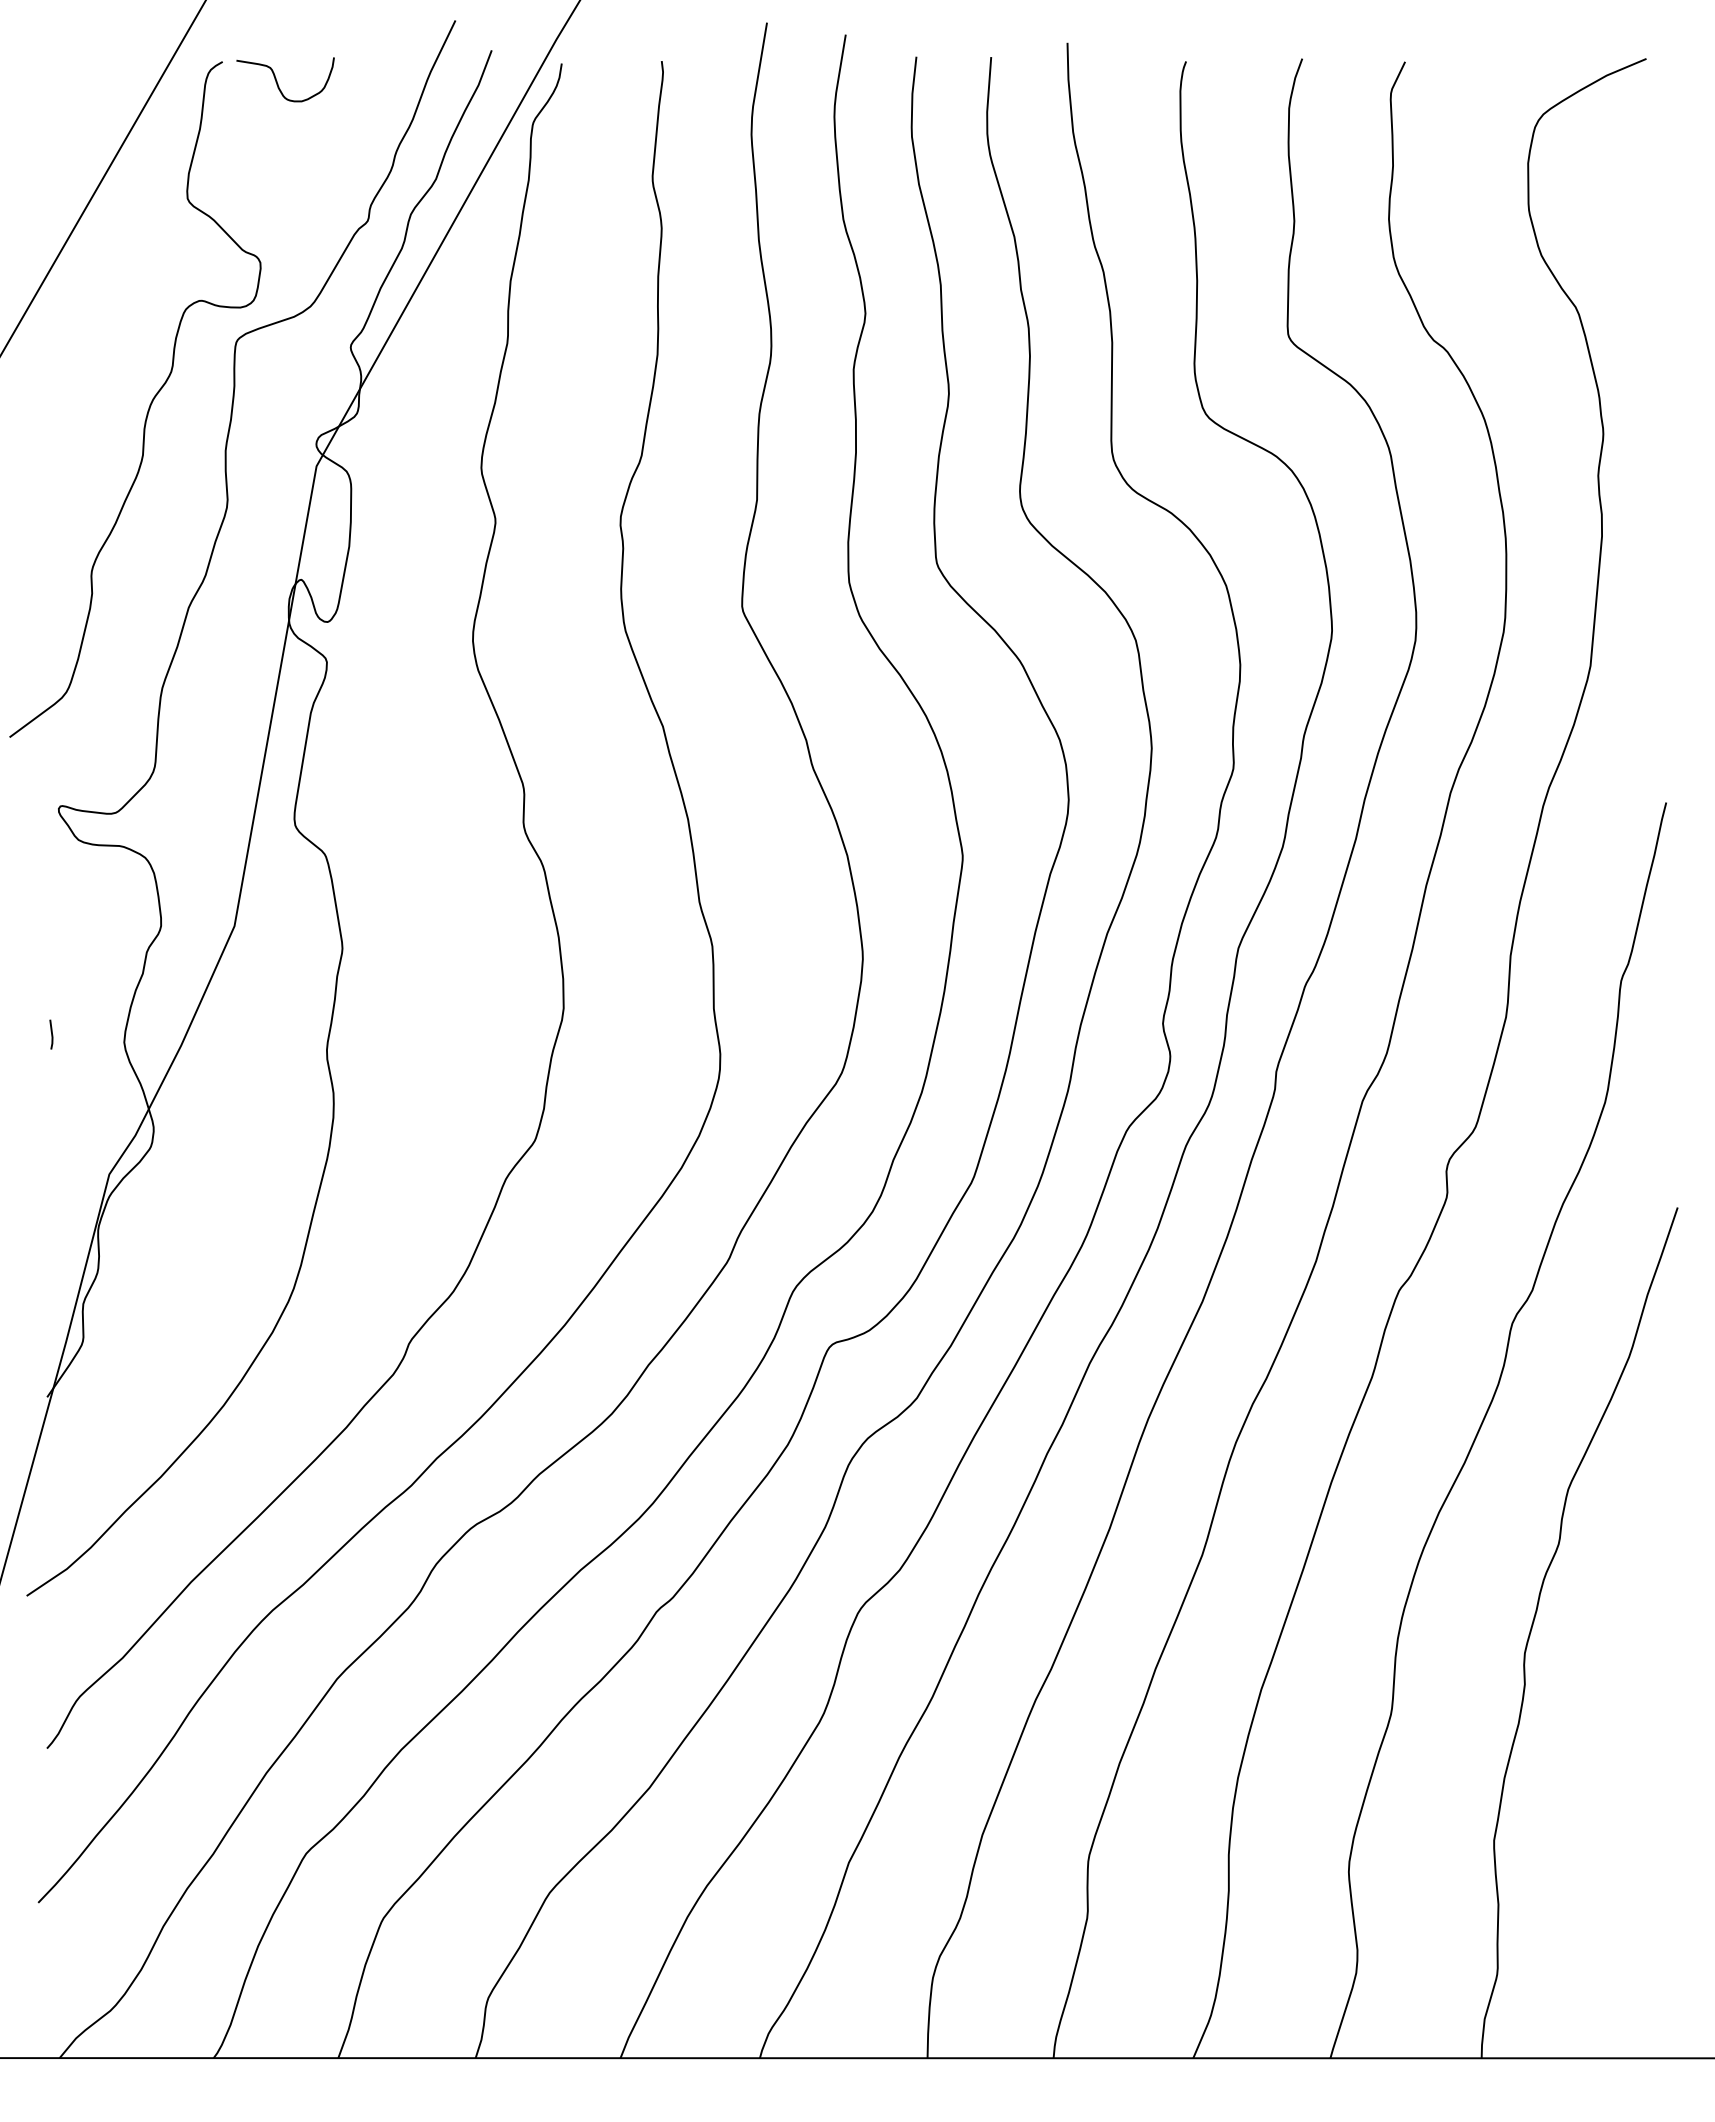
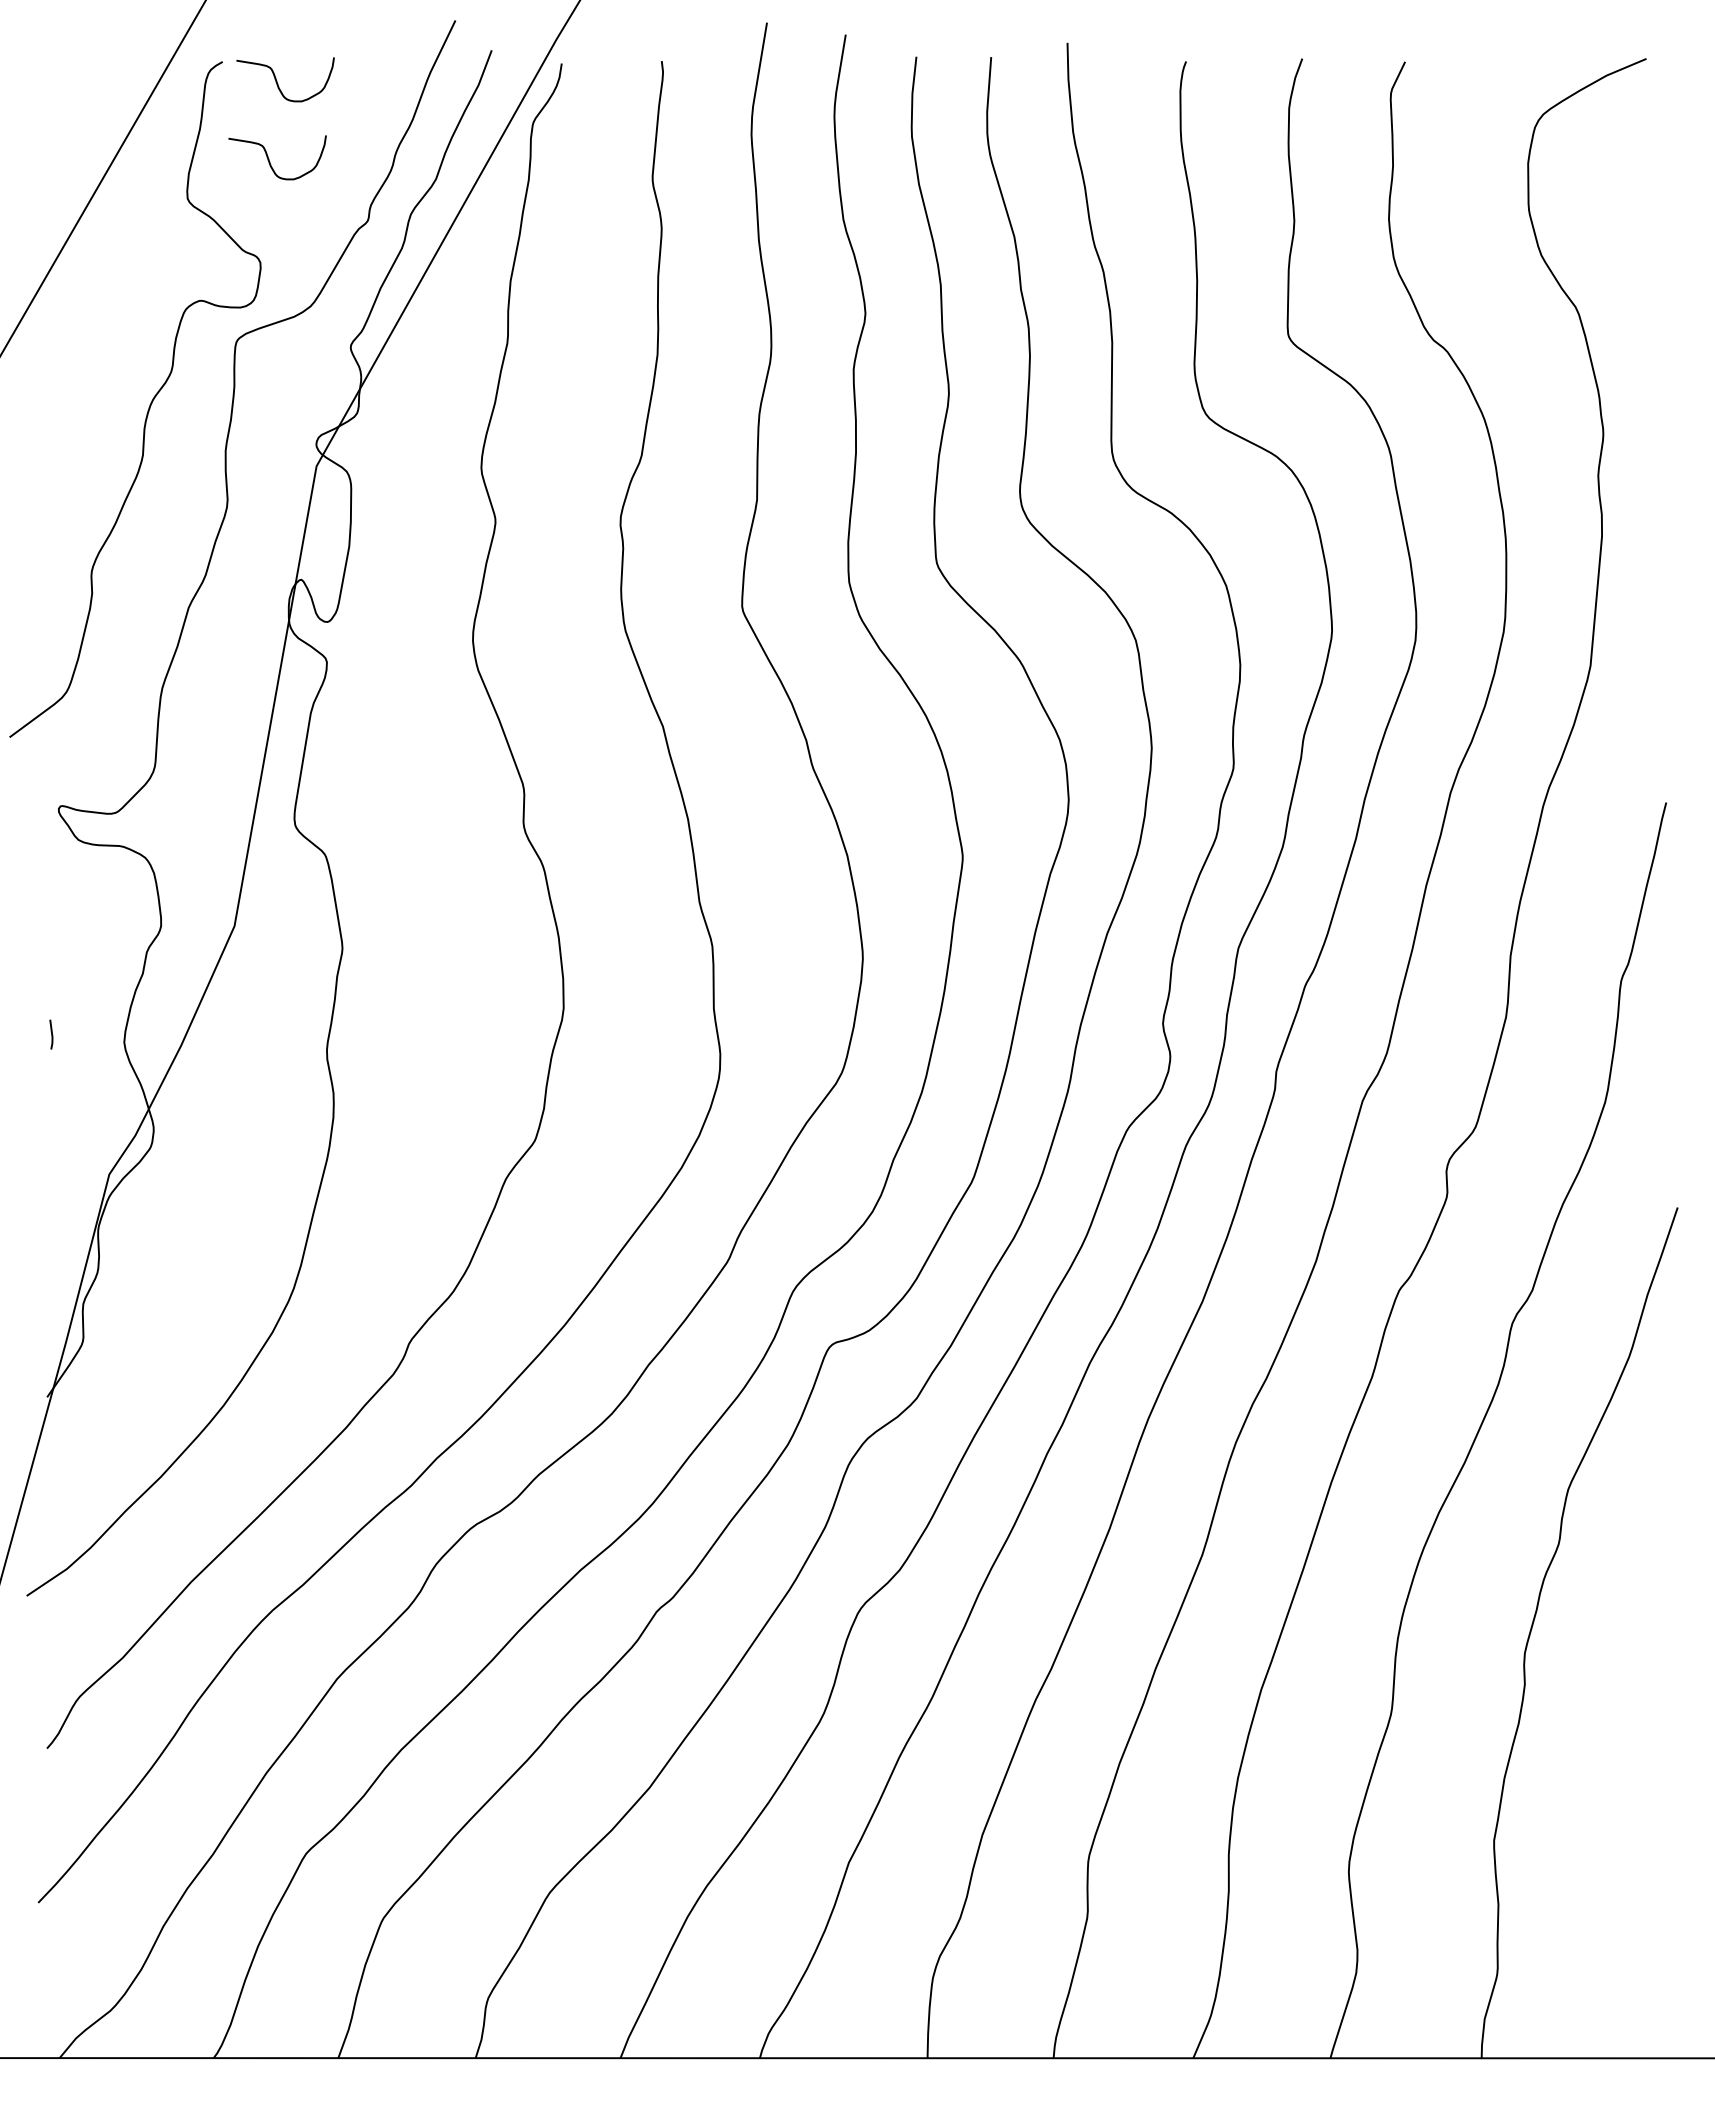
curve at (269, 158): none -> present
